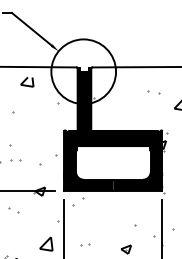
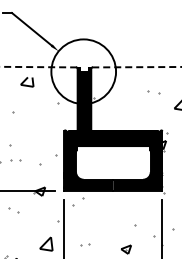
line at (38, 67): solid -> dashed
line at (137, 67): solid -> dashed
